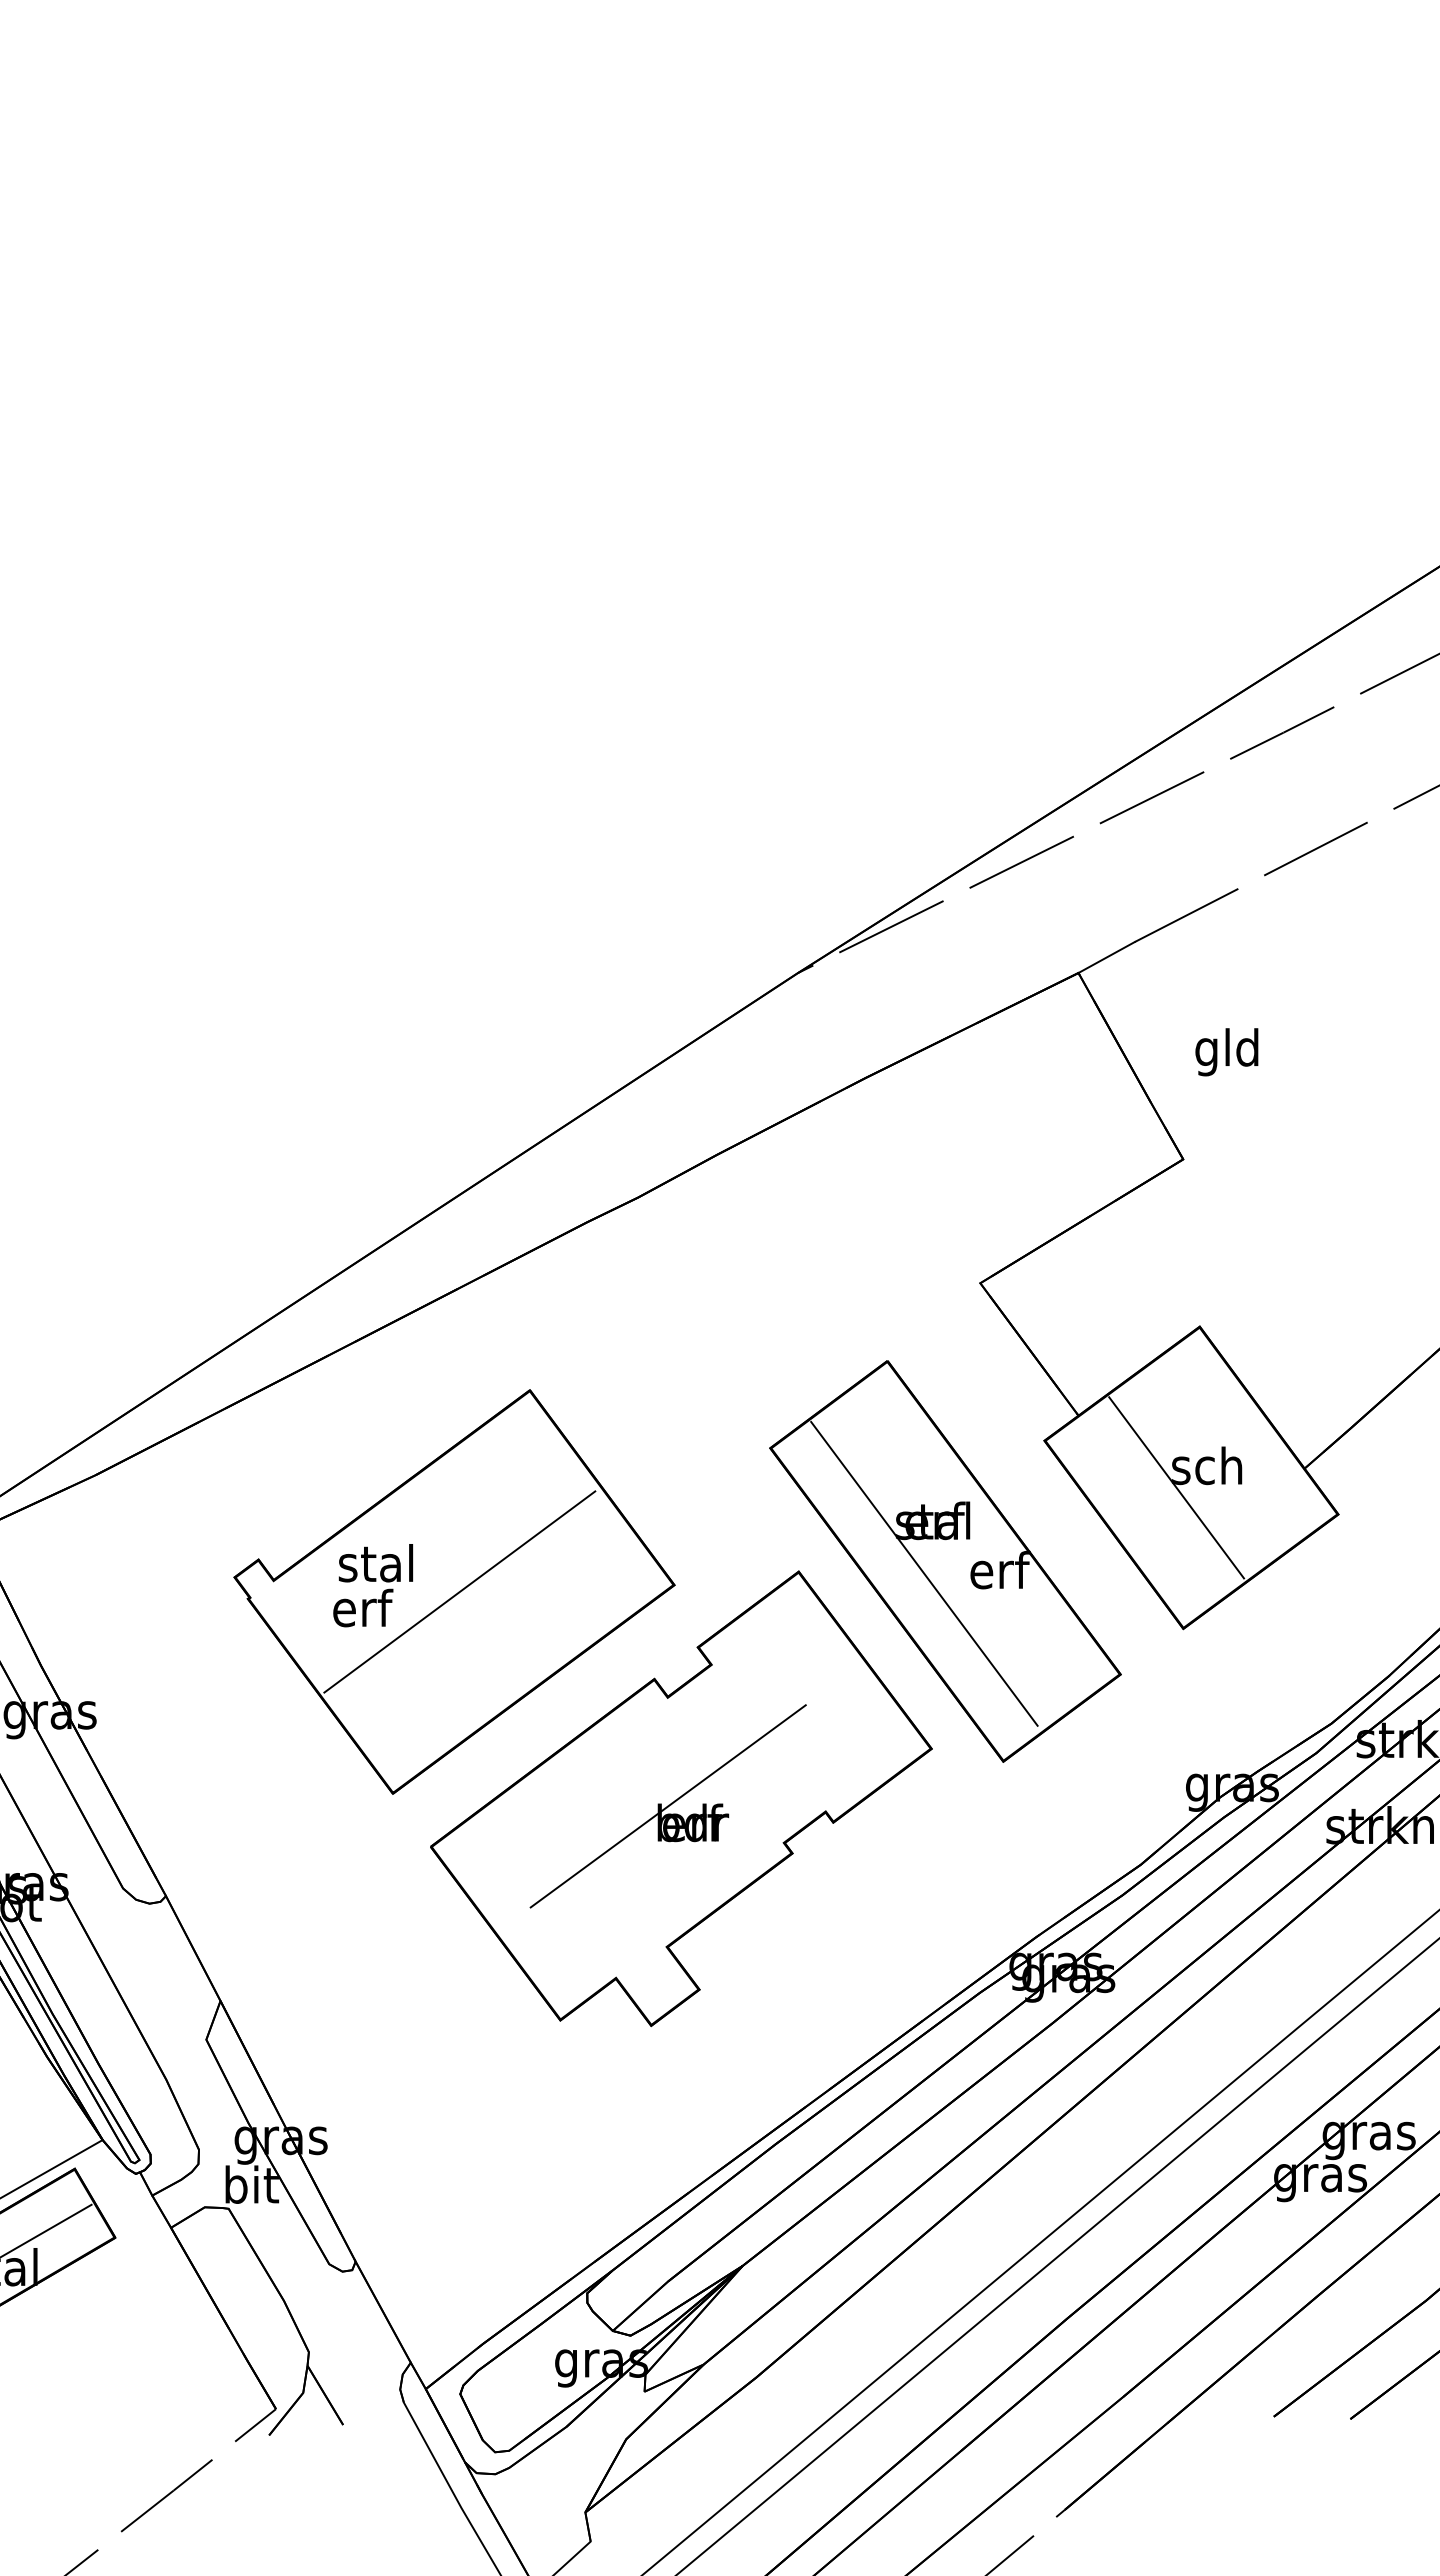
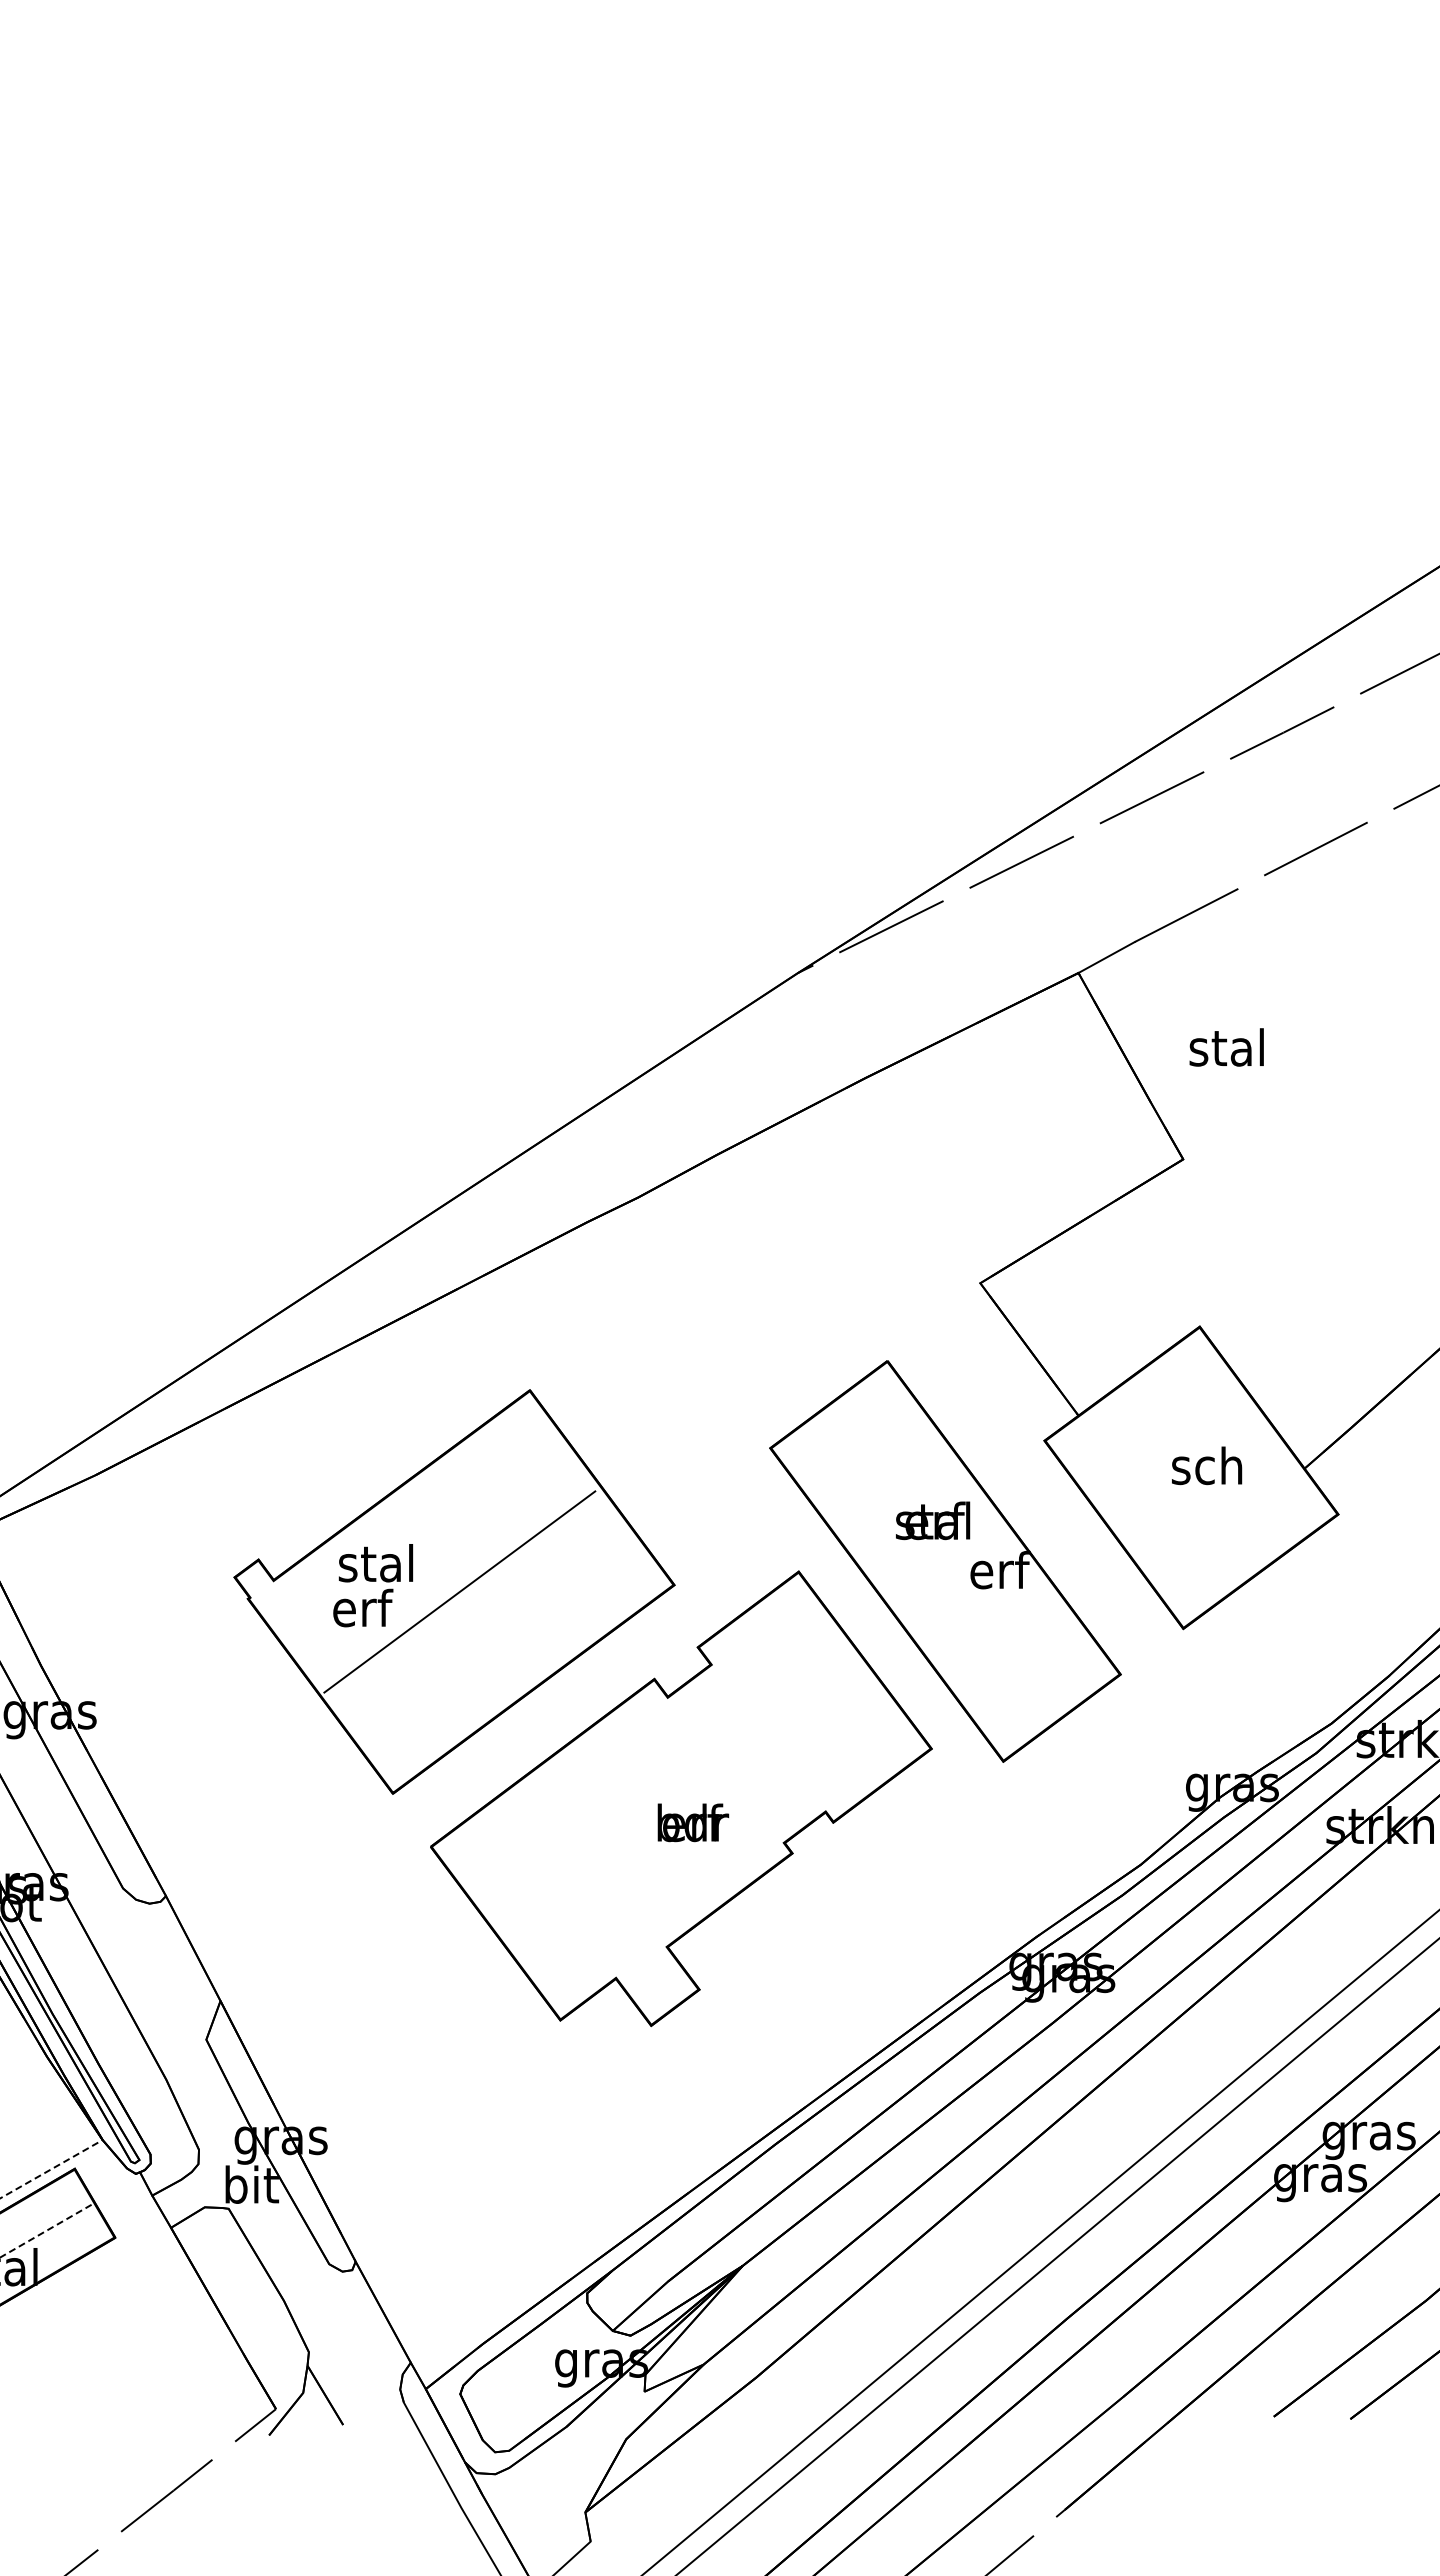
text at (1226, 1052): gld -> stal
line at (1176, 1487): present -> none
line at (924, 1573): present -> none
line at (667, 1806): present -> none
line at (51, 2169): solid -> dashed
line at (45, 2231): solid -> dashed
